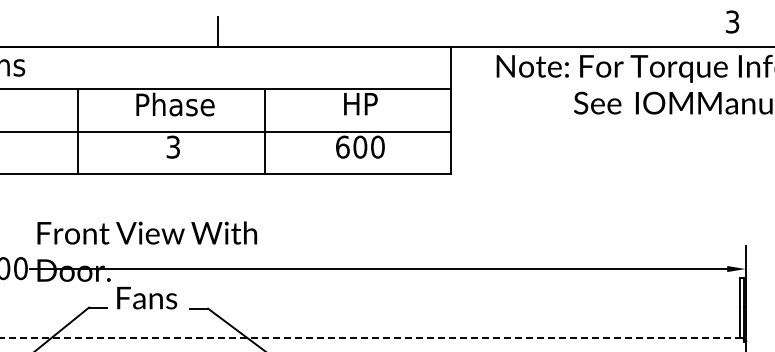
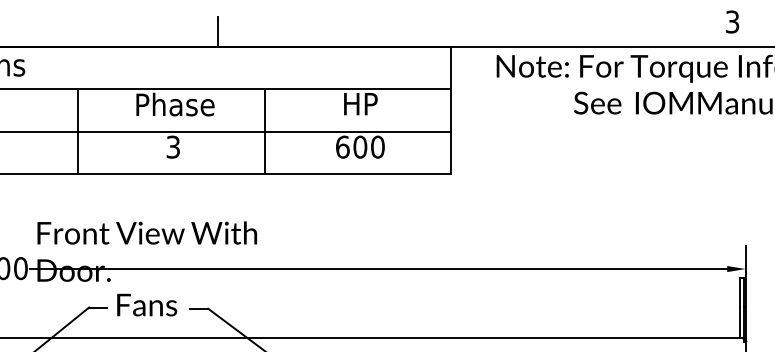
text at (147, 297) position: (147, 297) -> (147, 304)
line at (371, 337): dashed -> solid
